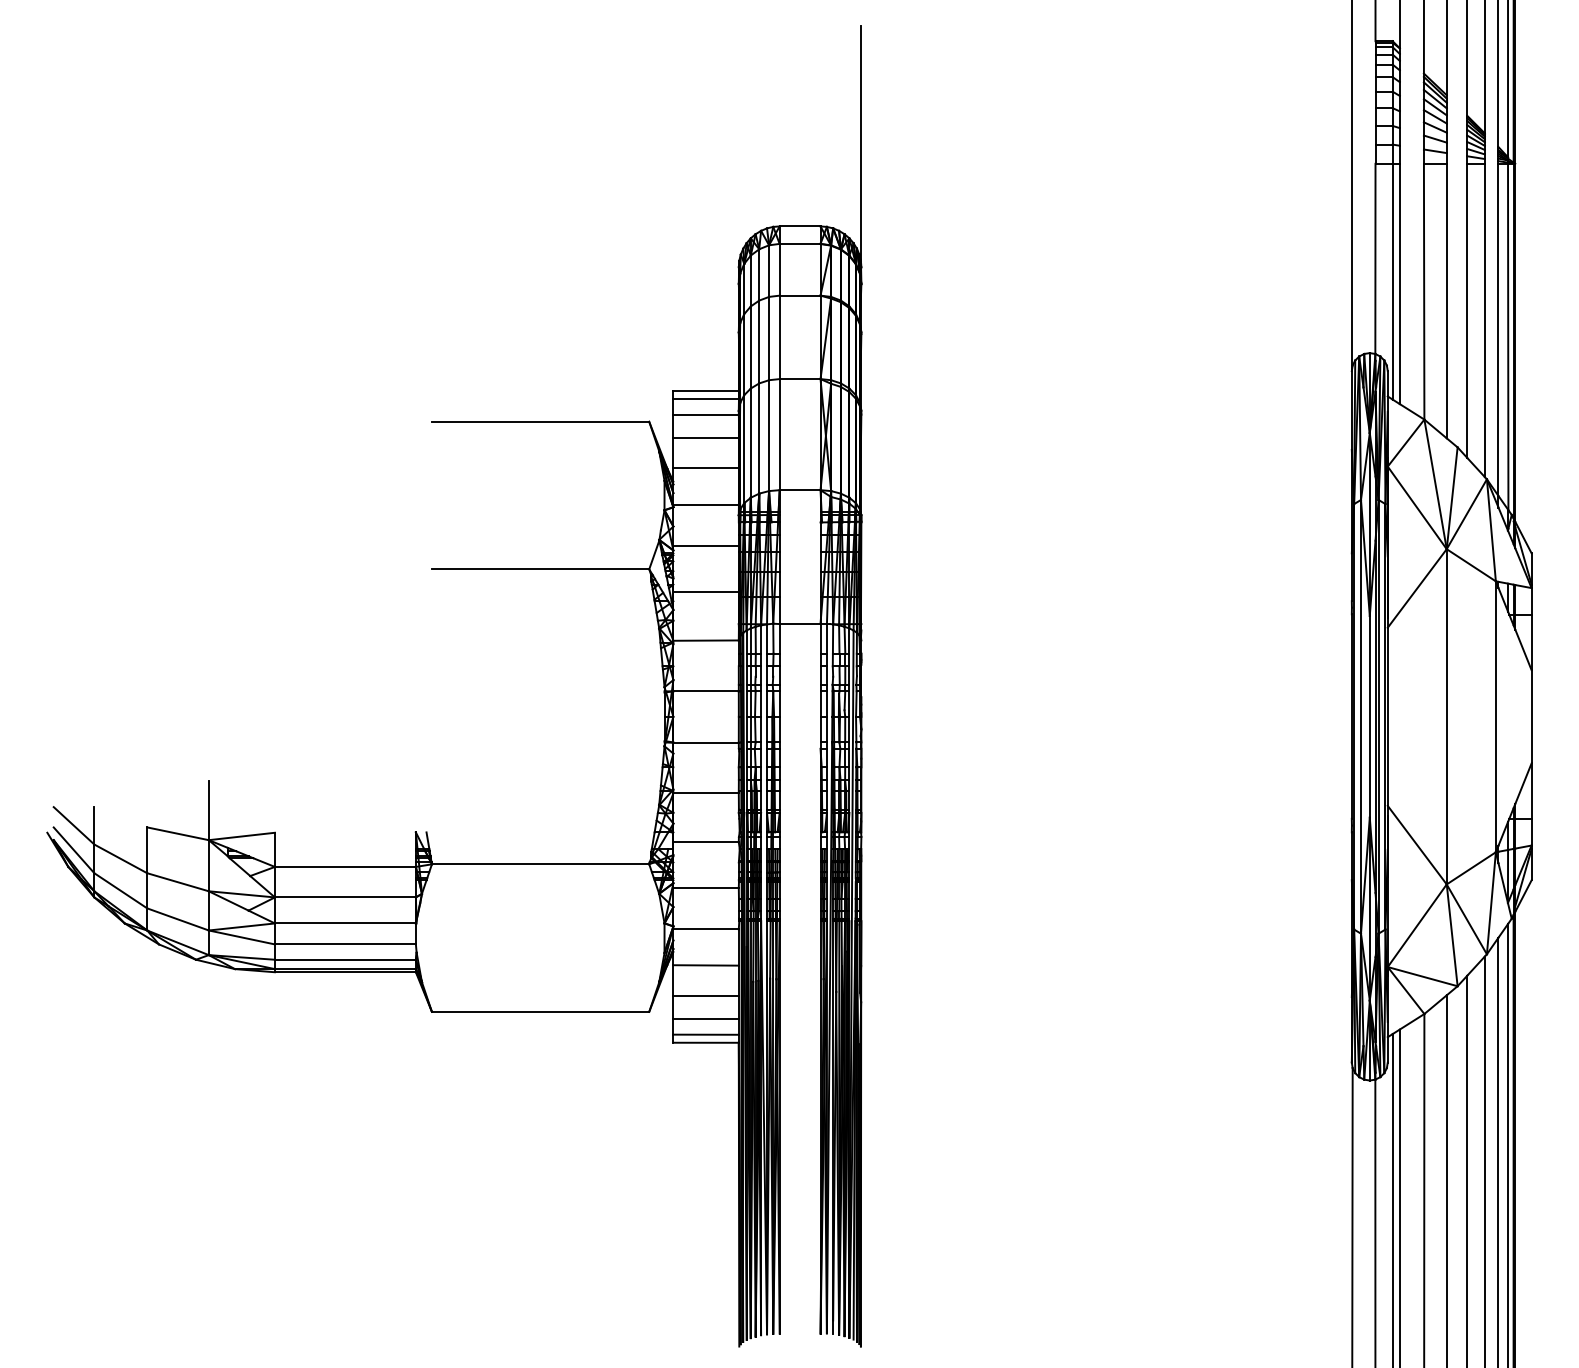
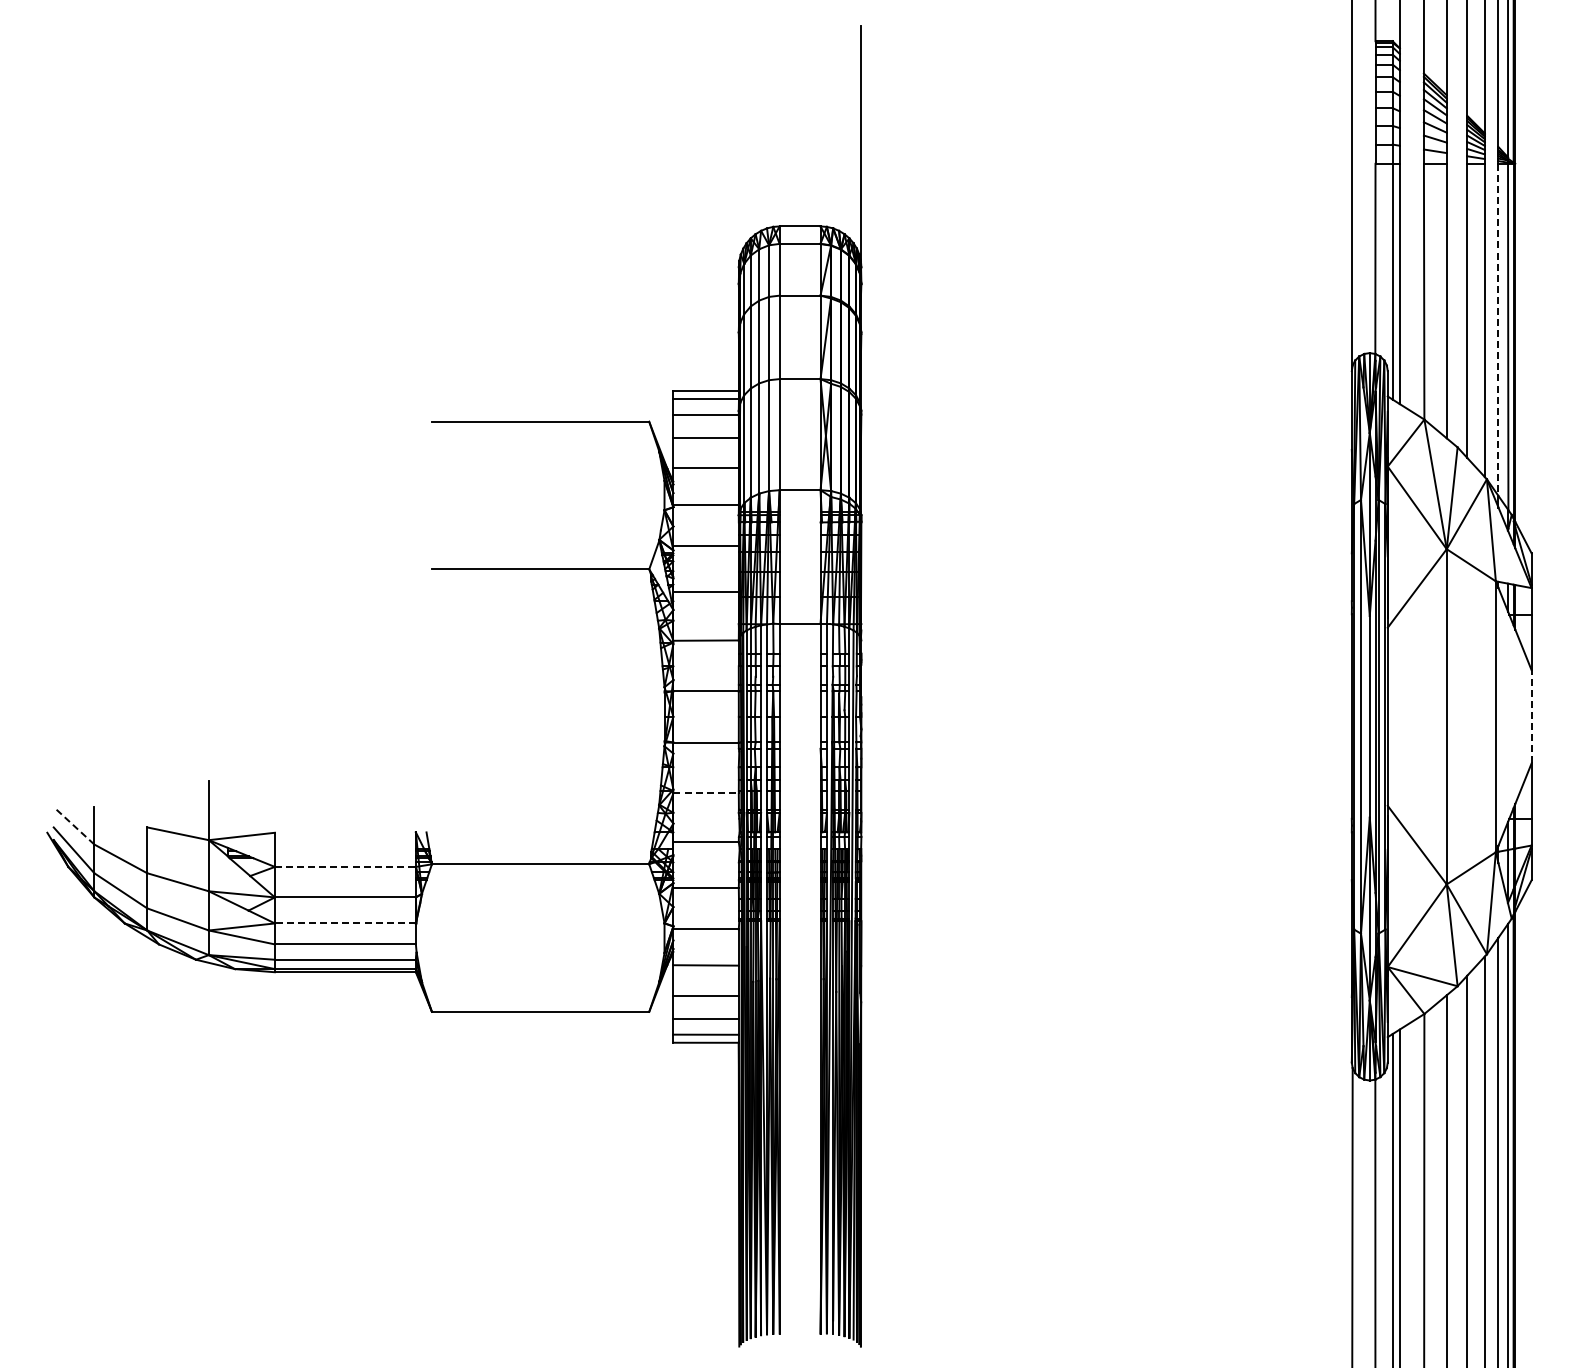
line at (1498, 330): solid -> dashed
line at (1531, 716): solid -> dashed
line at (706, 793): solid -> dashed
line at (74, 825): solid -> dashed
line at (345, 866): solid -> dashed
line at (344, 923): solid -> dashed
